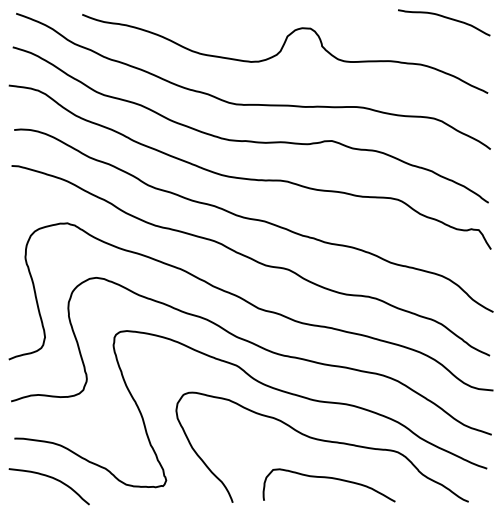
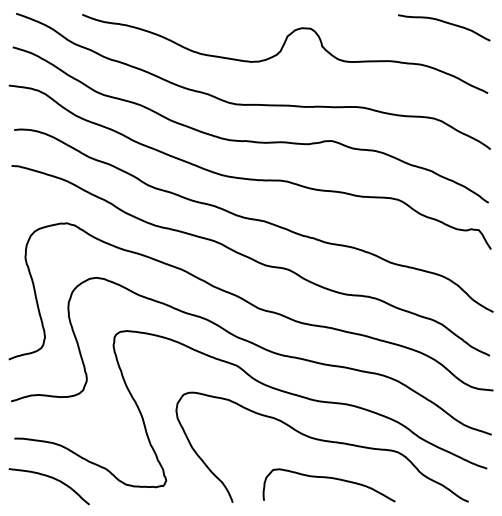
curve at (445, 18) position: (445, 18) -> (445, 23)
